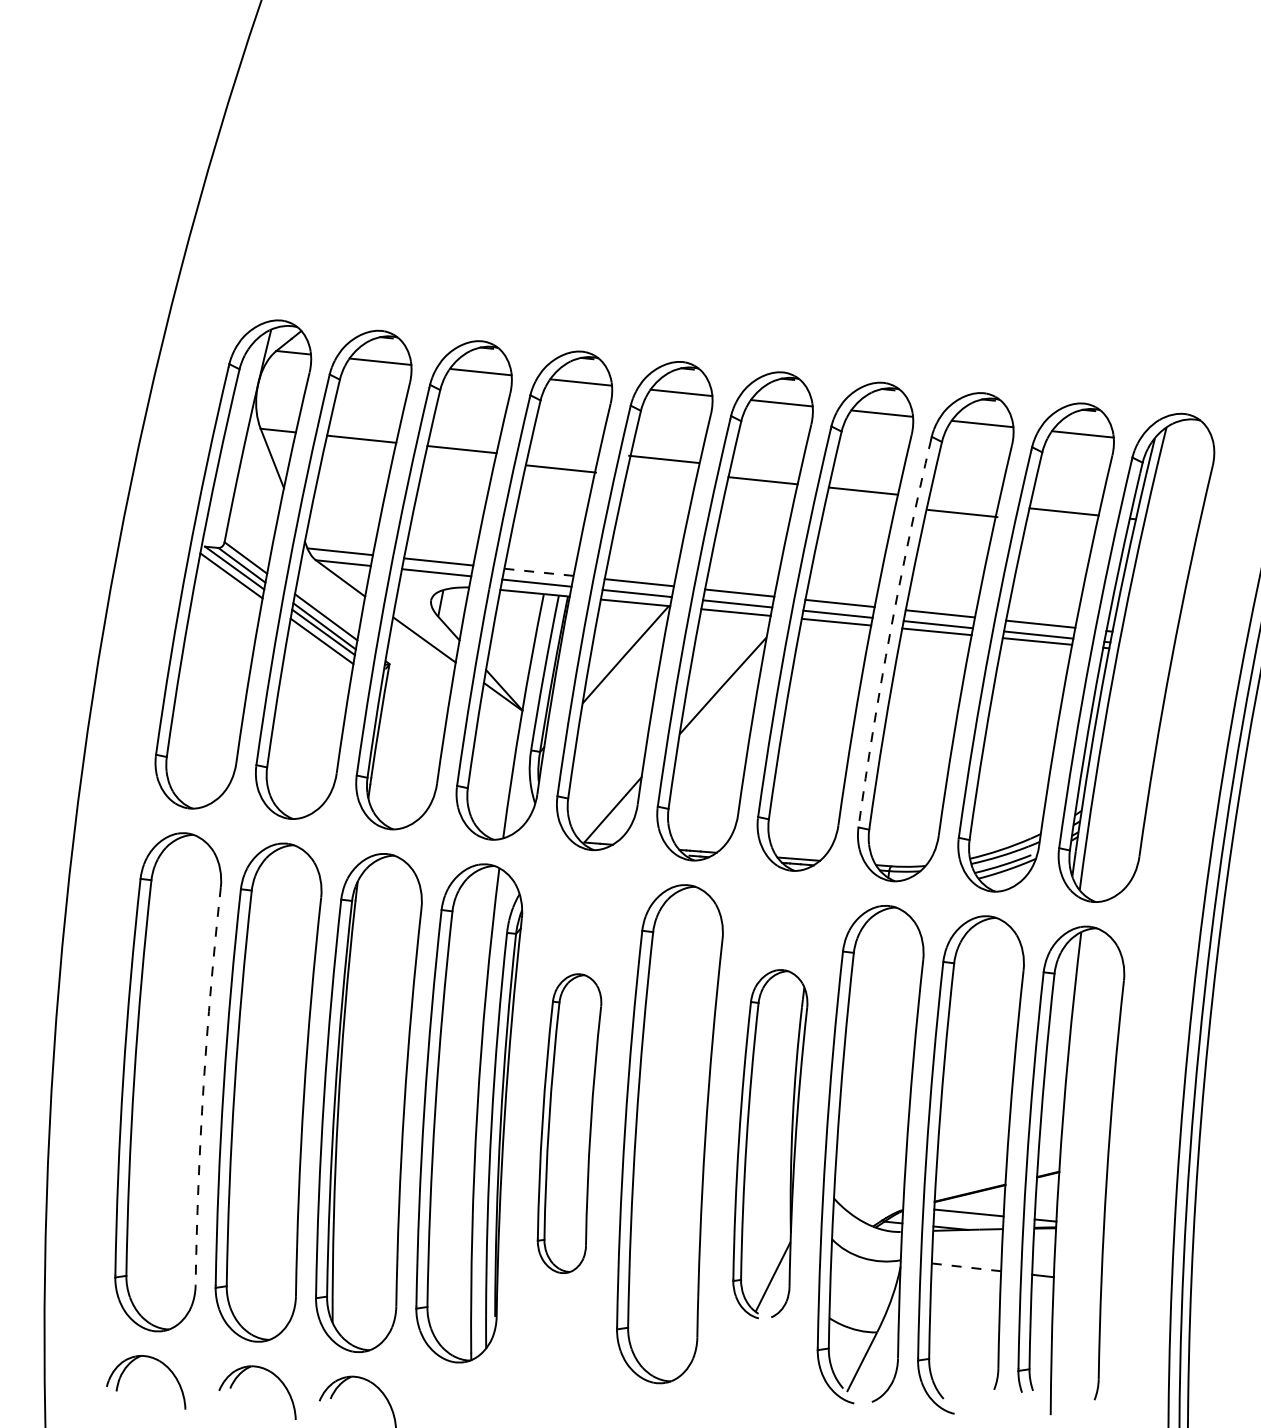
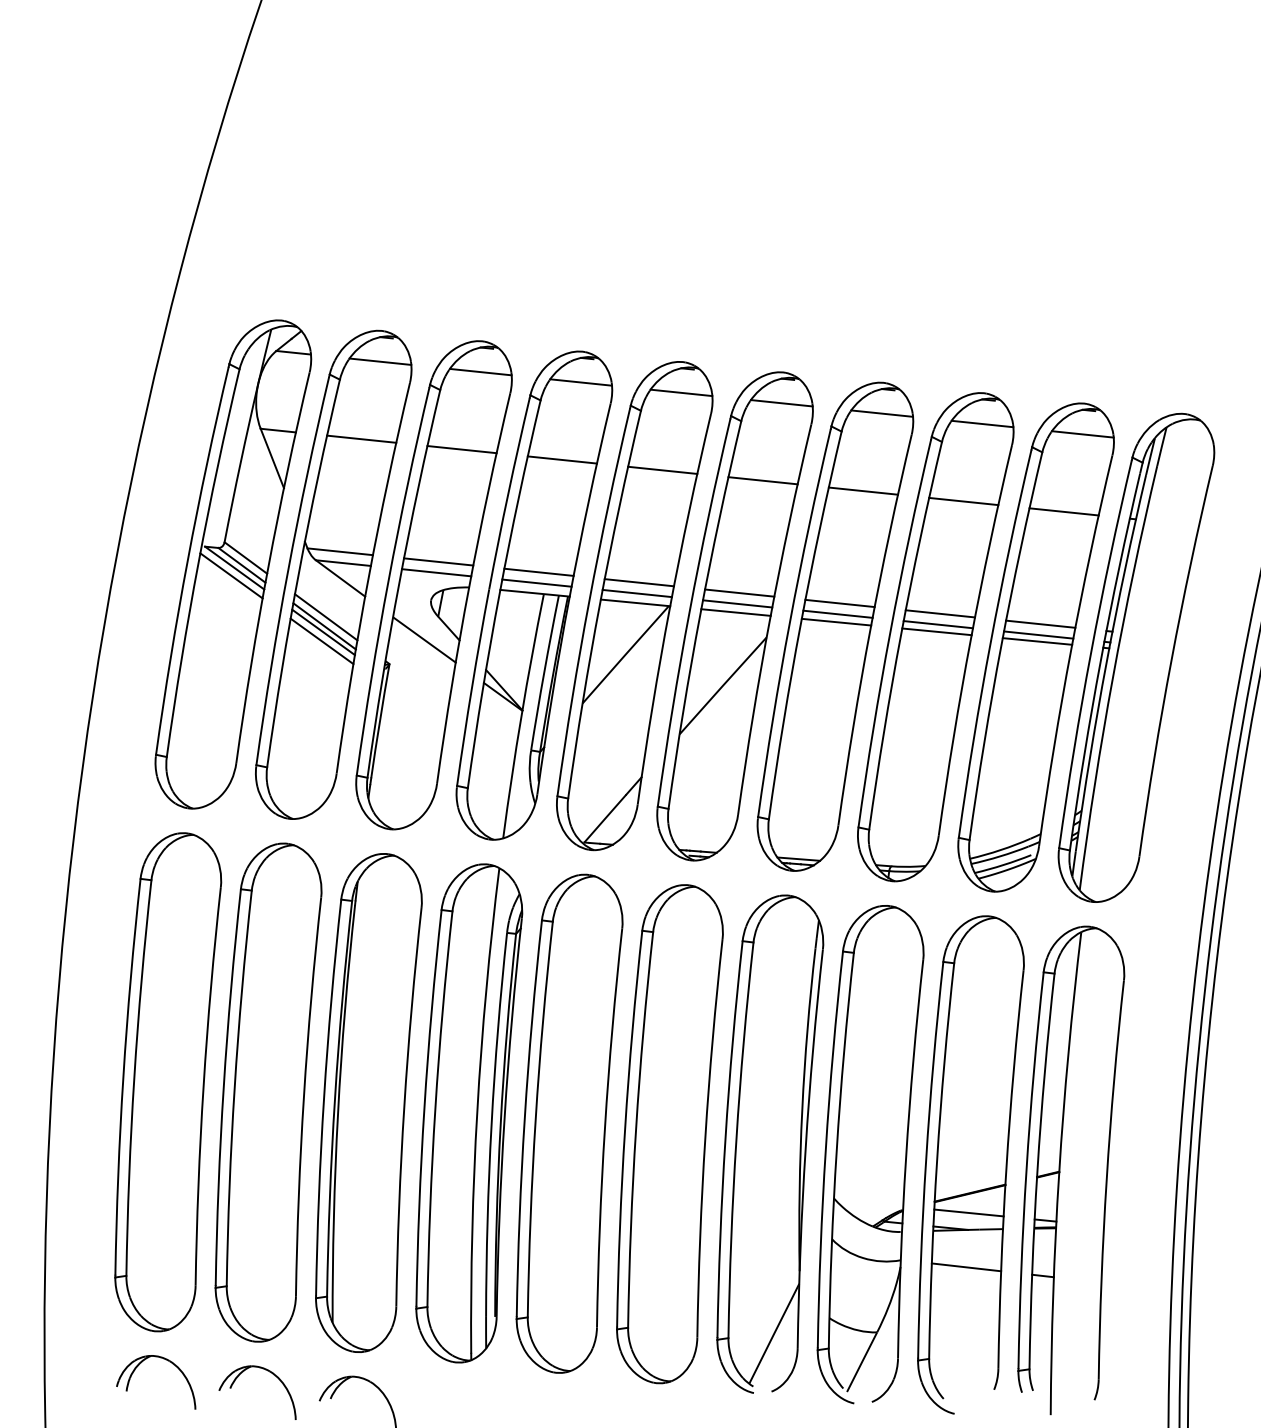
line at (663, 458) position: (663, 458) -> (662, 469)
line at (560, 468) position: (560, 468) -> (561, 459)
line at (962, 513) position: (962, 513) -> (963, 501)
line at (539, 572): dashed -> solid
arc at (890, 632): dashed -> solid
arc at (203, 1086): dashed -> solid
part at (569, 1123) size: 67x301 px -> 109x501 px
part at (770, 1144) size: 77x351 px -> 109x500 px
line at (966, 1267): dashed -> solid
part at (159, 1362) position: (159, 1362) -> (169, 1362)
